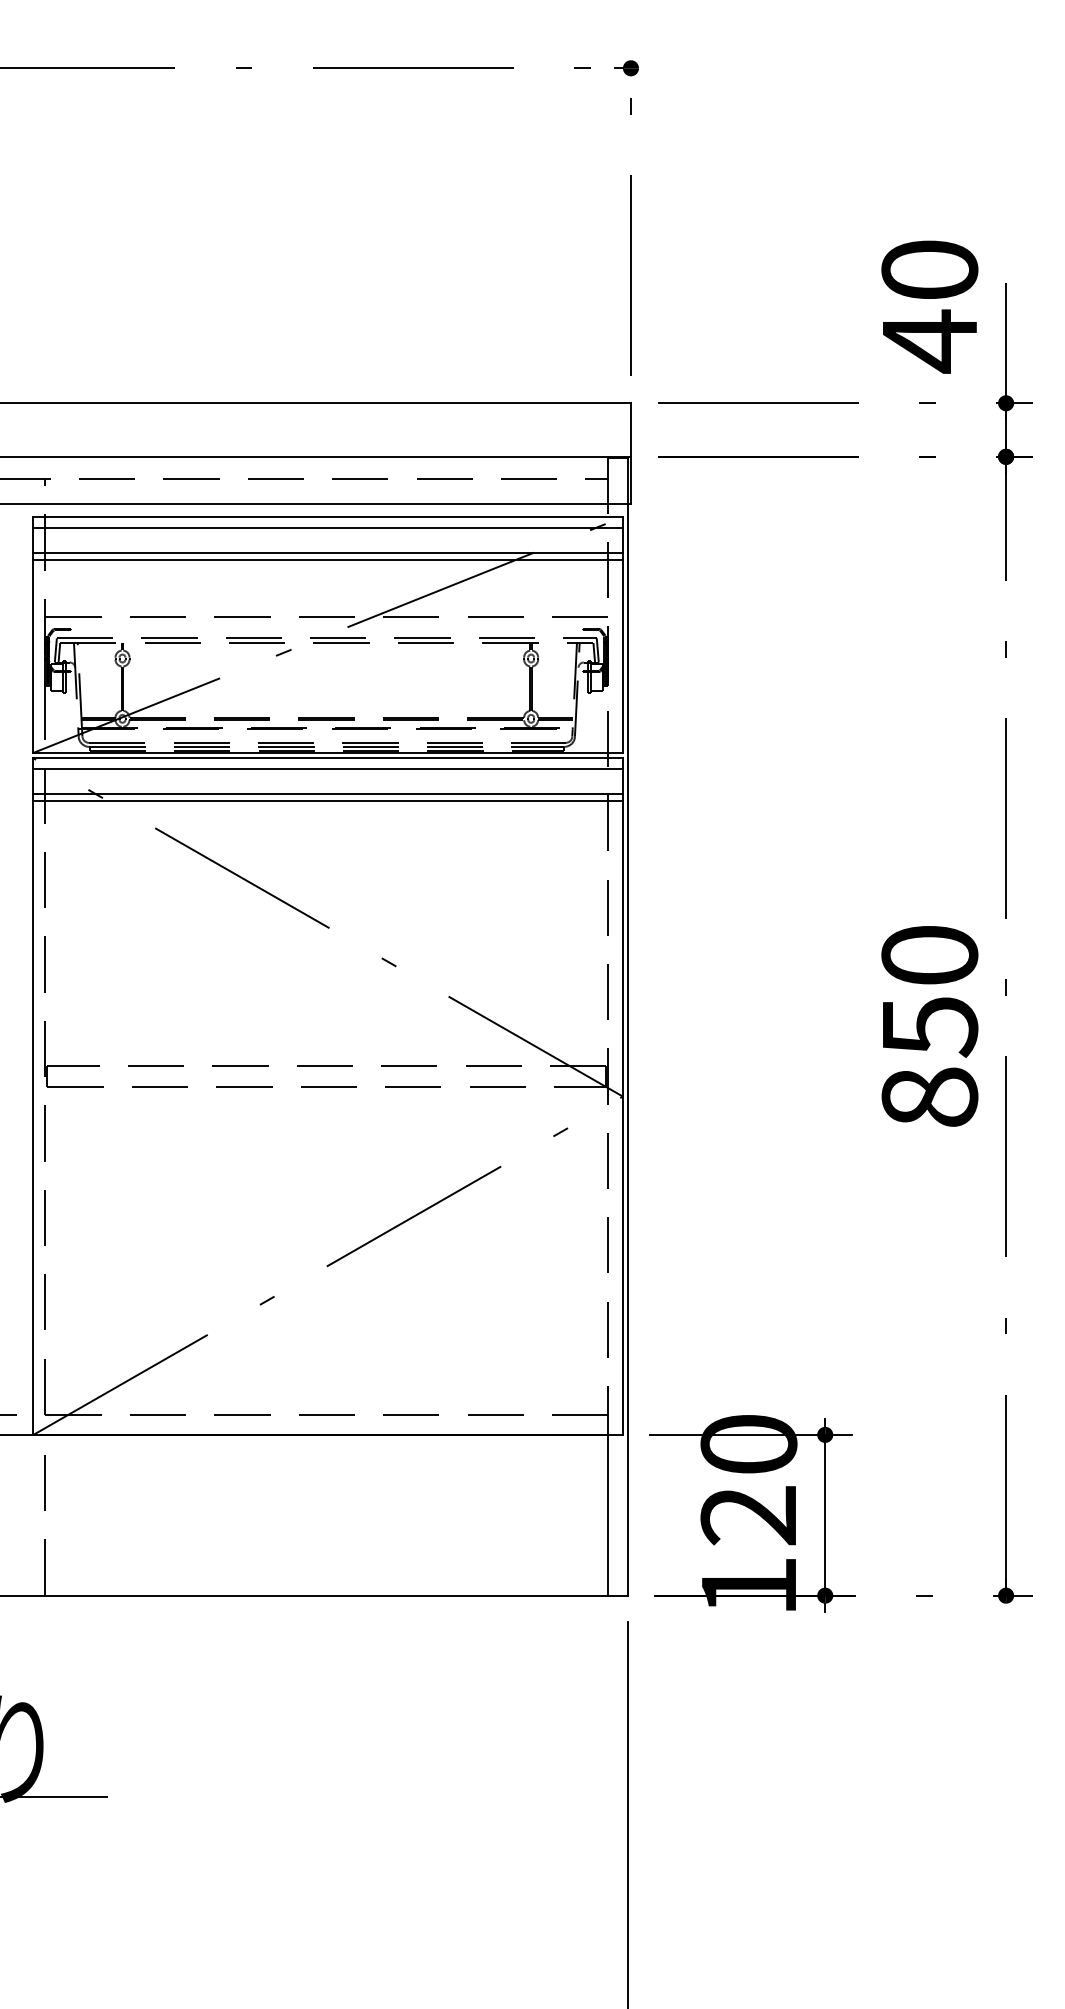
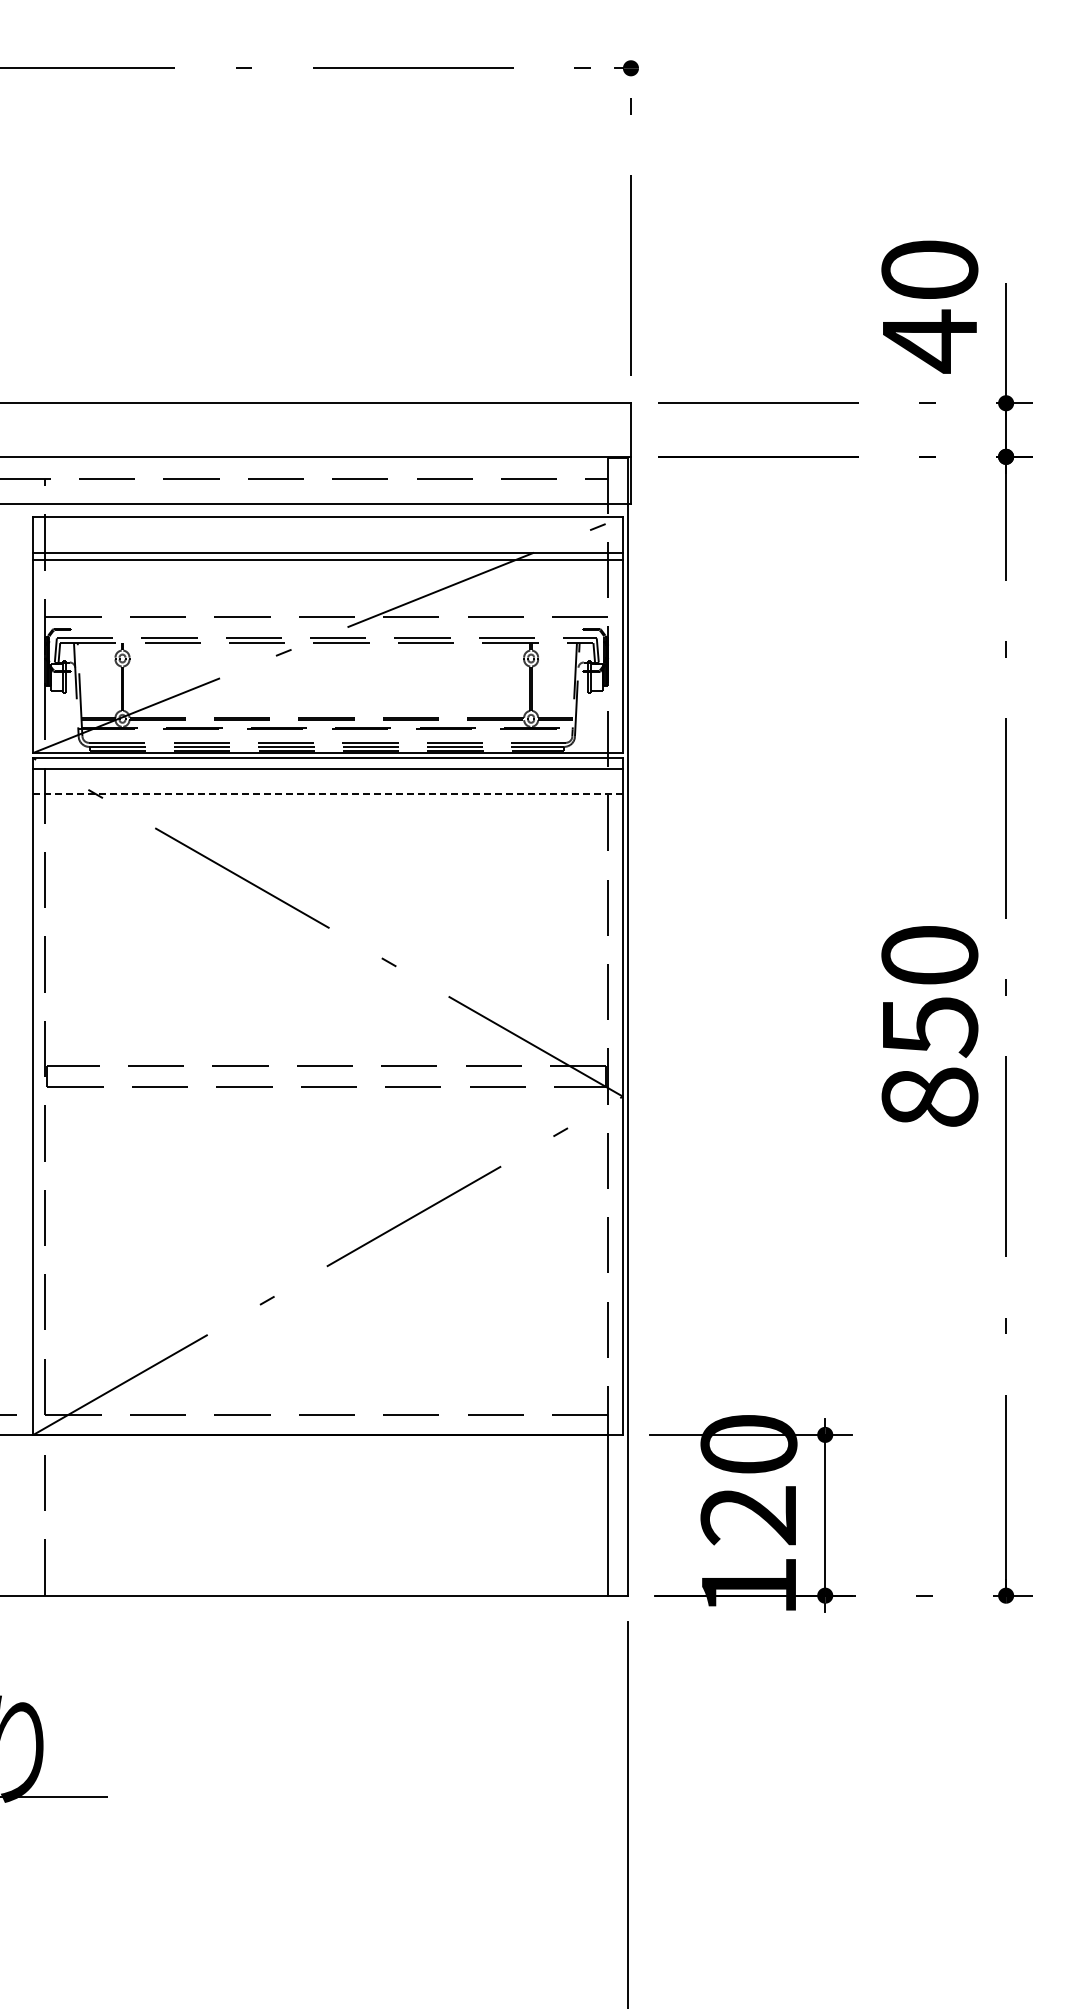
line at (327, 527): present -> none
line at (328, 794): solid -> dashed
line at (327, 801): present -> none
